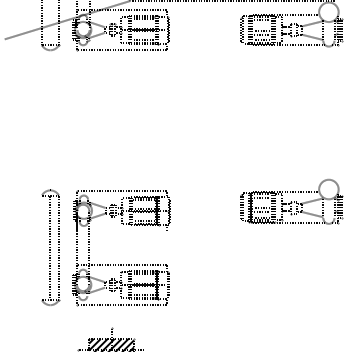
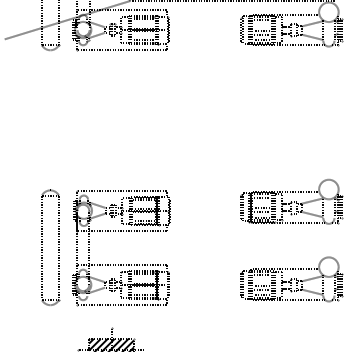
line at (122, 230): none -> present
line at (50, 247) position: (50, 247) -> (42, 247)
part at (291, 279): none -> present
